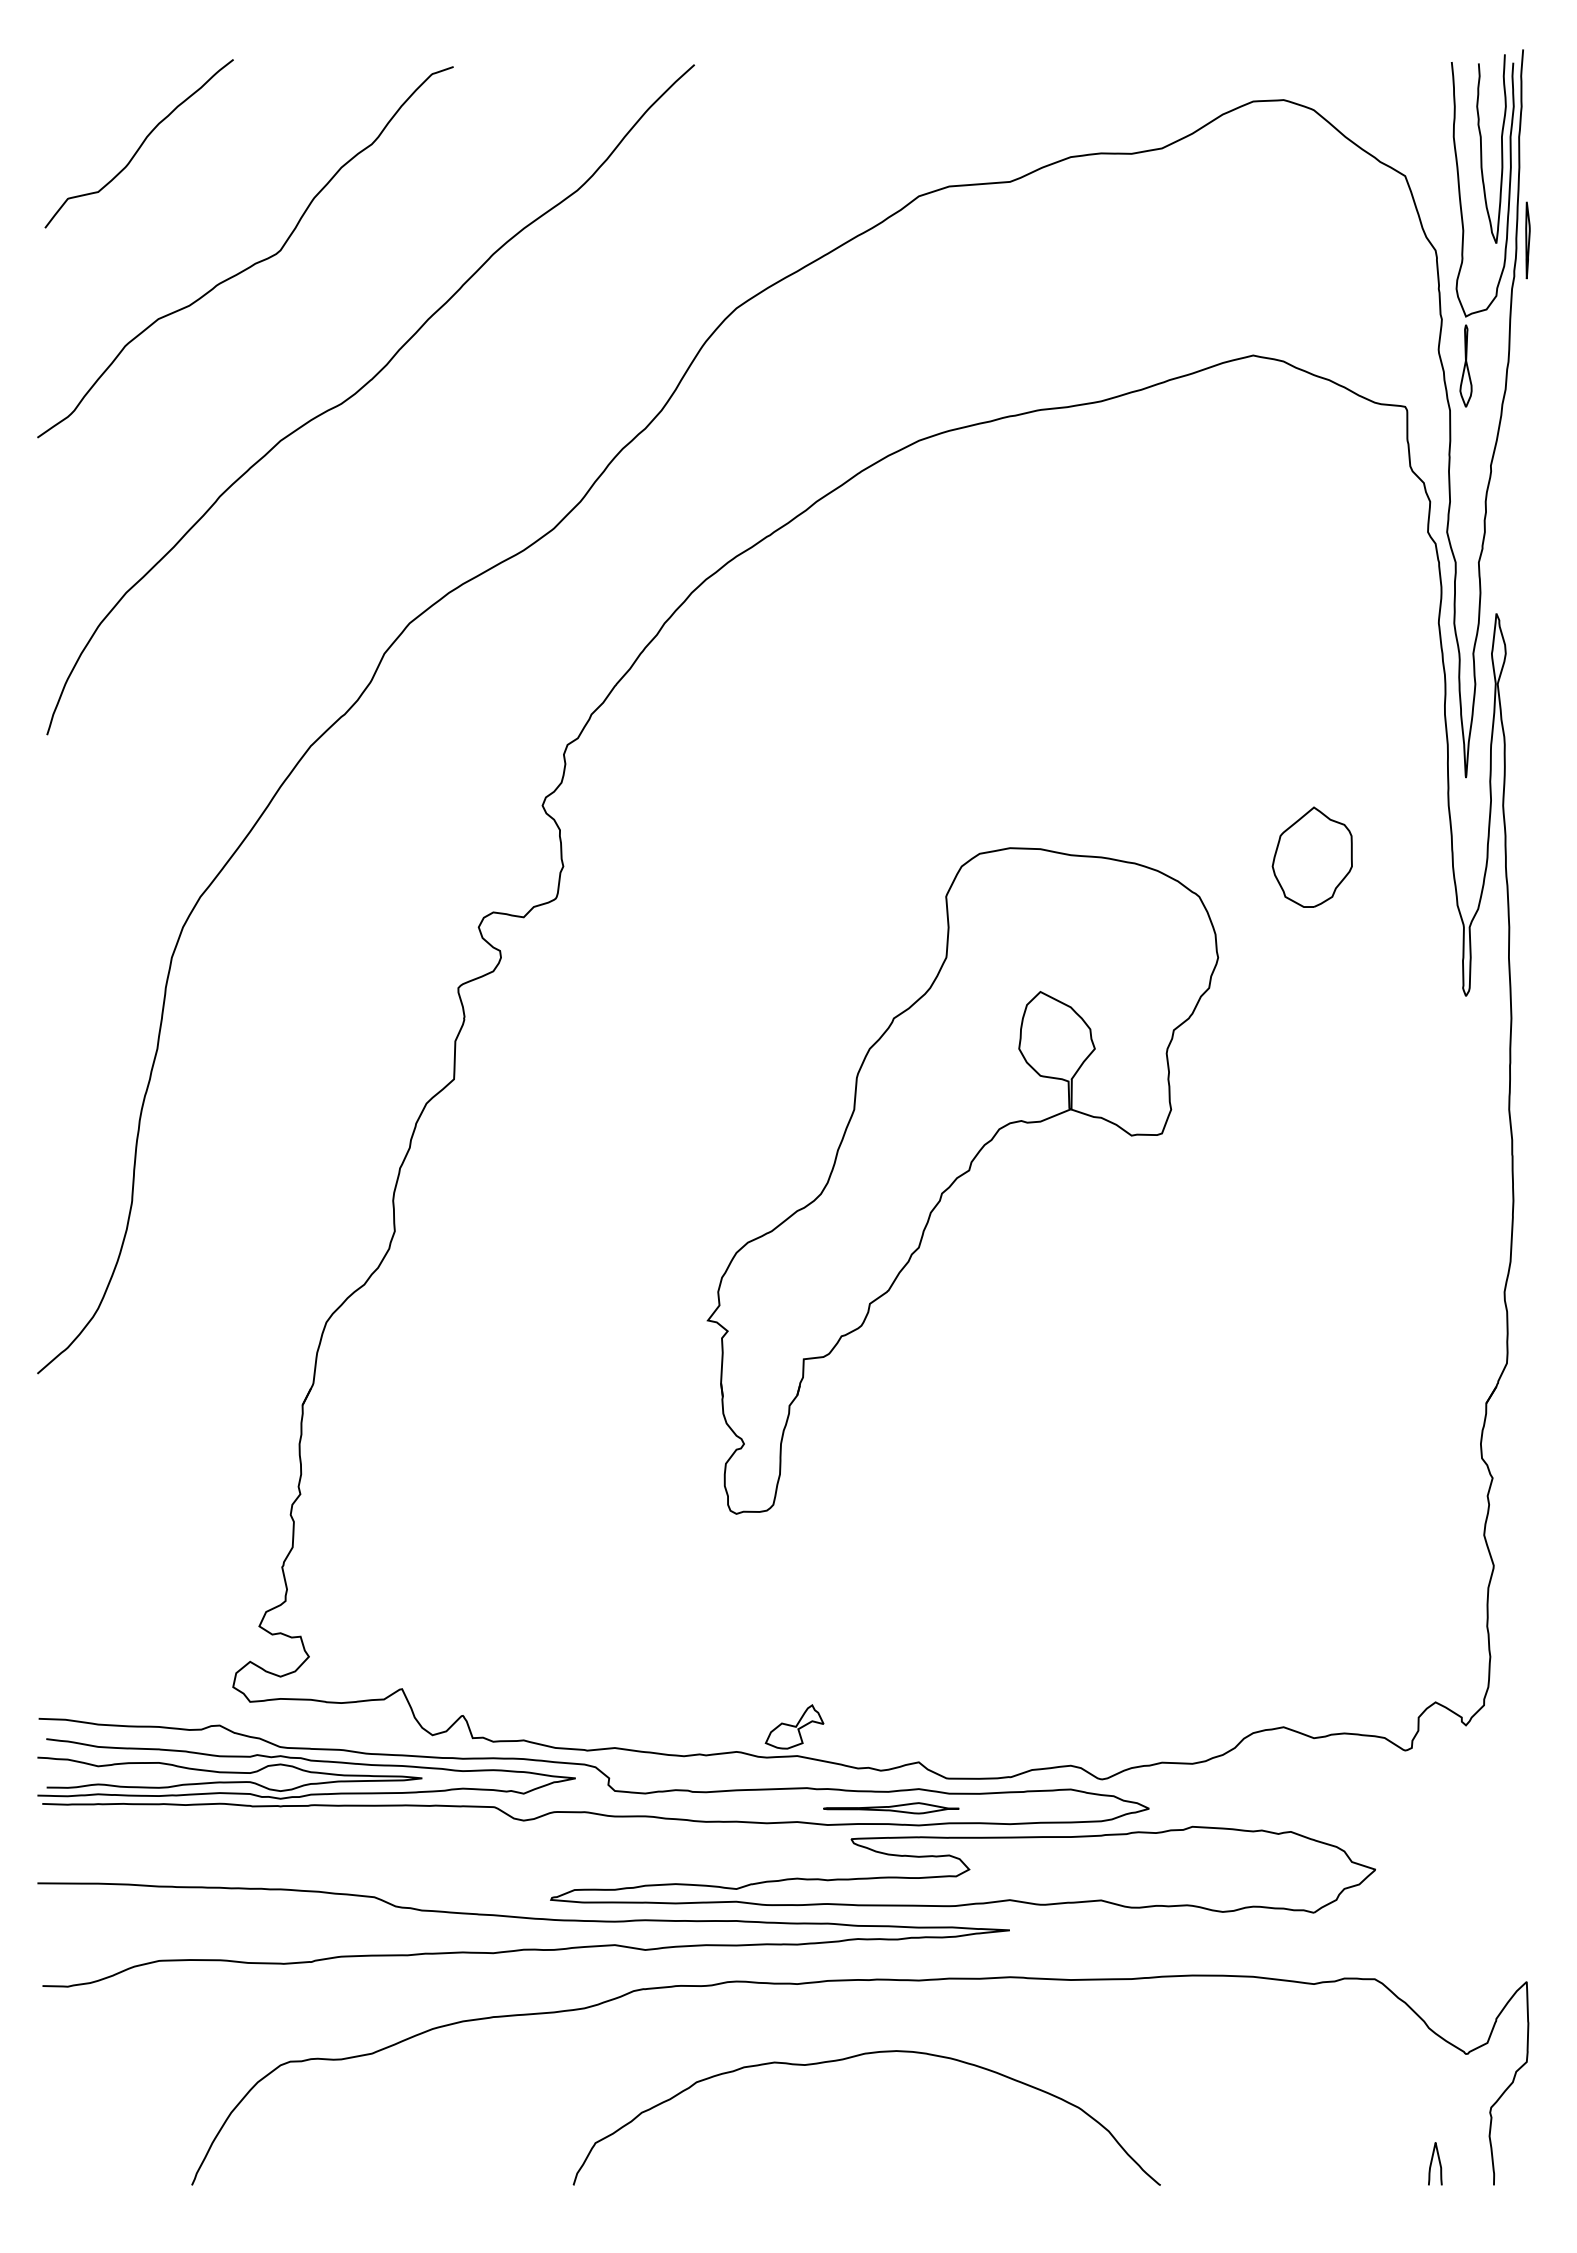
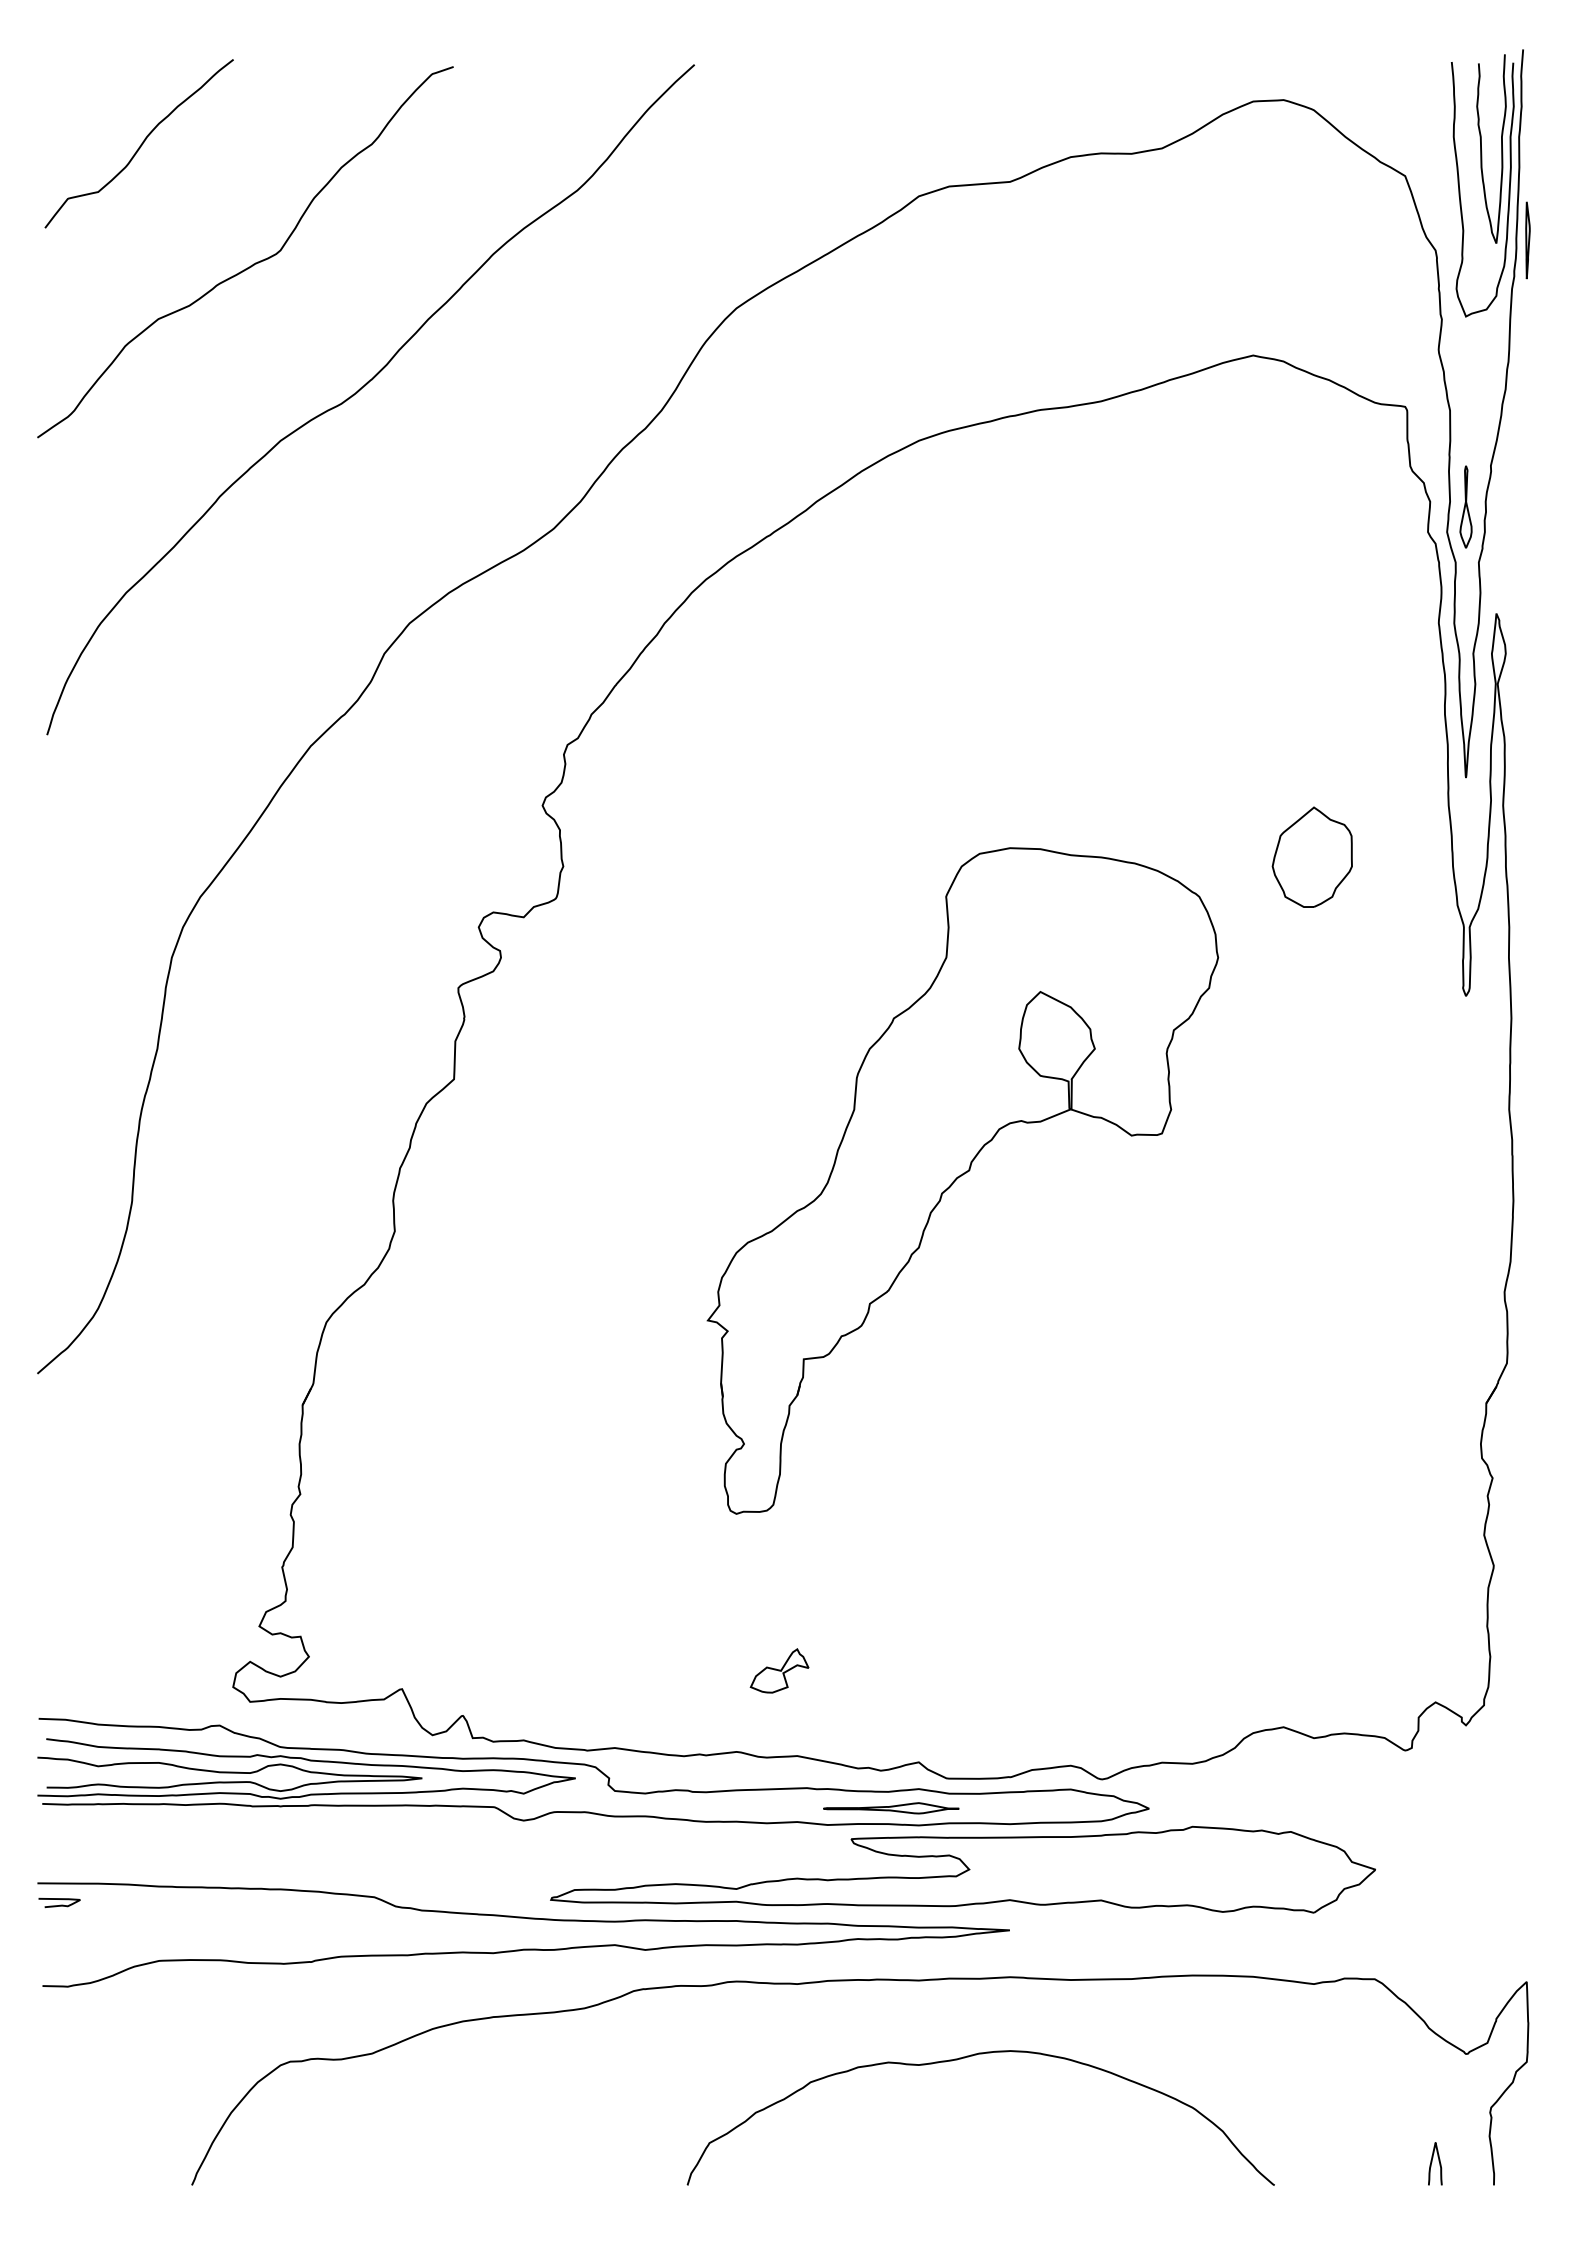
part at (1465, 365) position: (1465, 365) -> (1465, 506)
part at (794, 1726) position: (794, 1726) -> (779, 1670)
curve at (60, 1904): none -> present
curve at (851, 2058) position: (851, 2058) -> (965, 2058)
